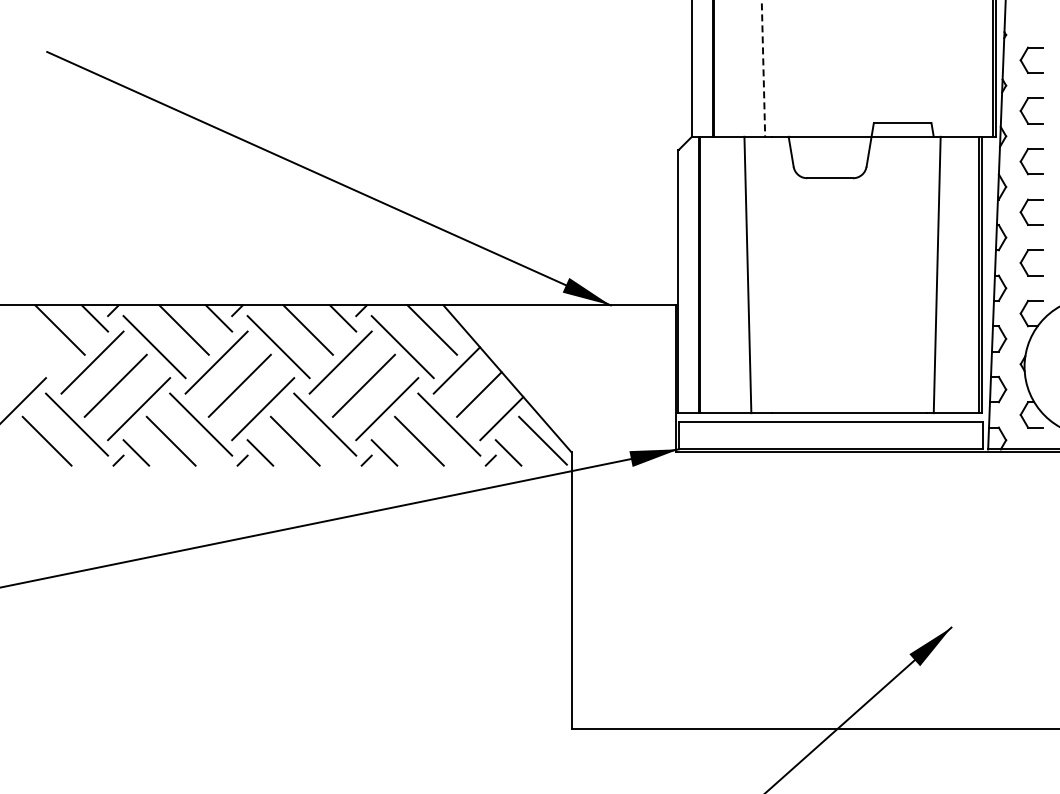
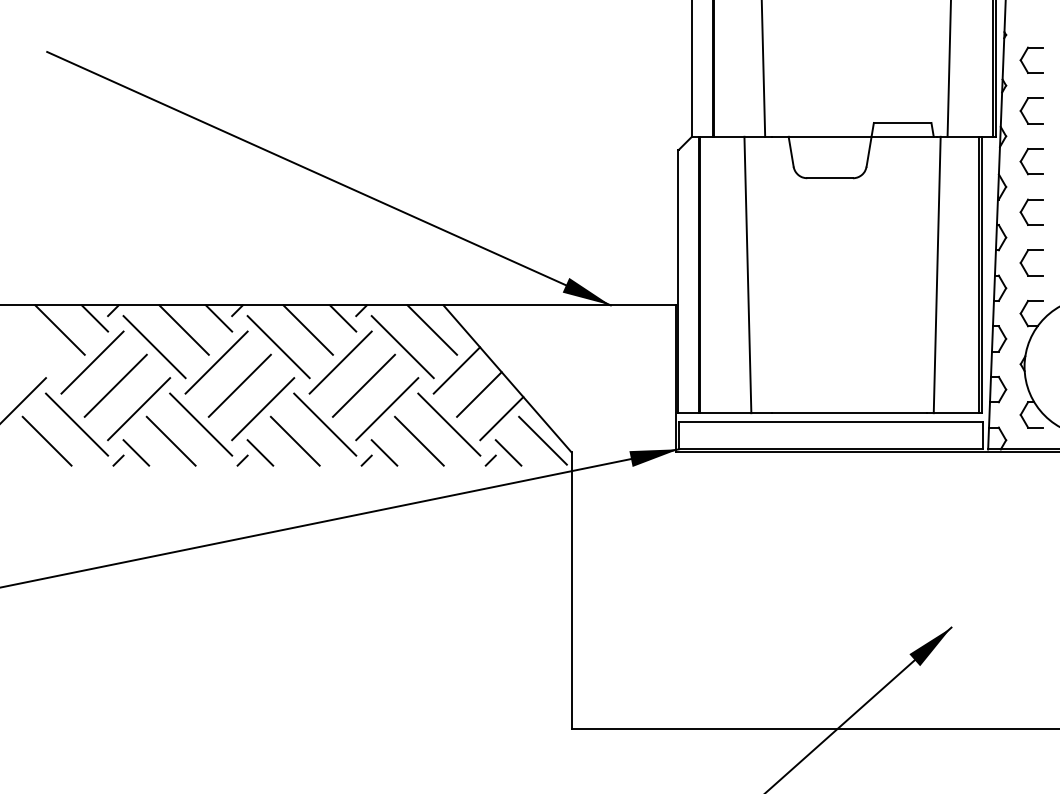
line at (763, 68): dashed -> solid
line at (948, 69): none -> present
